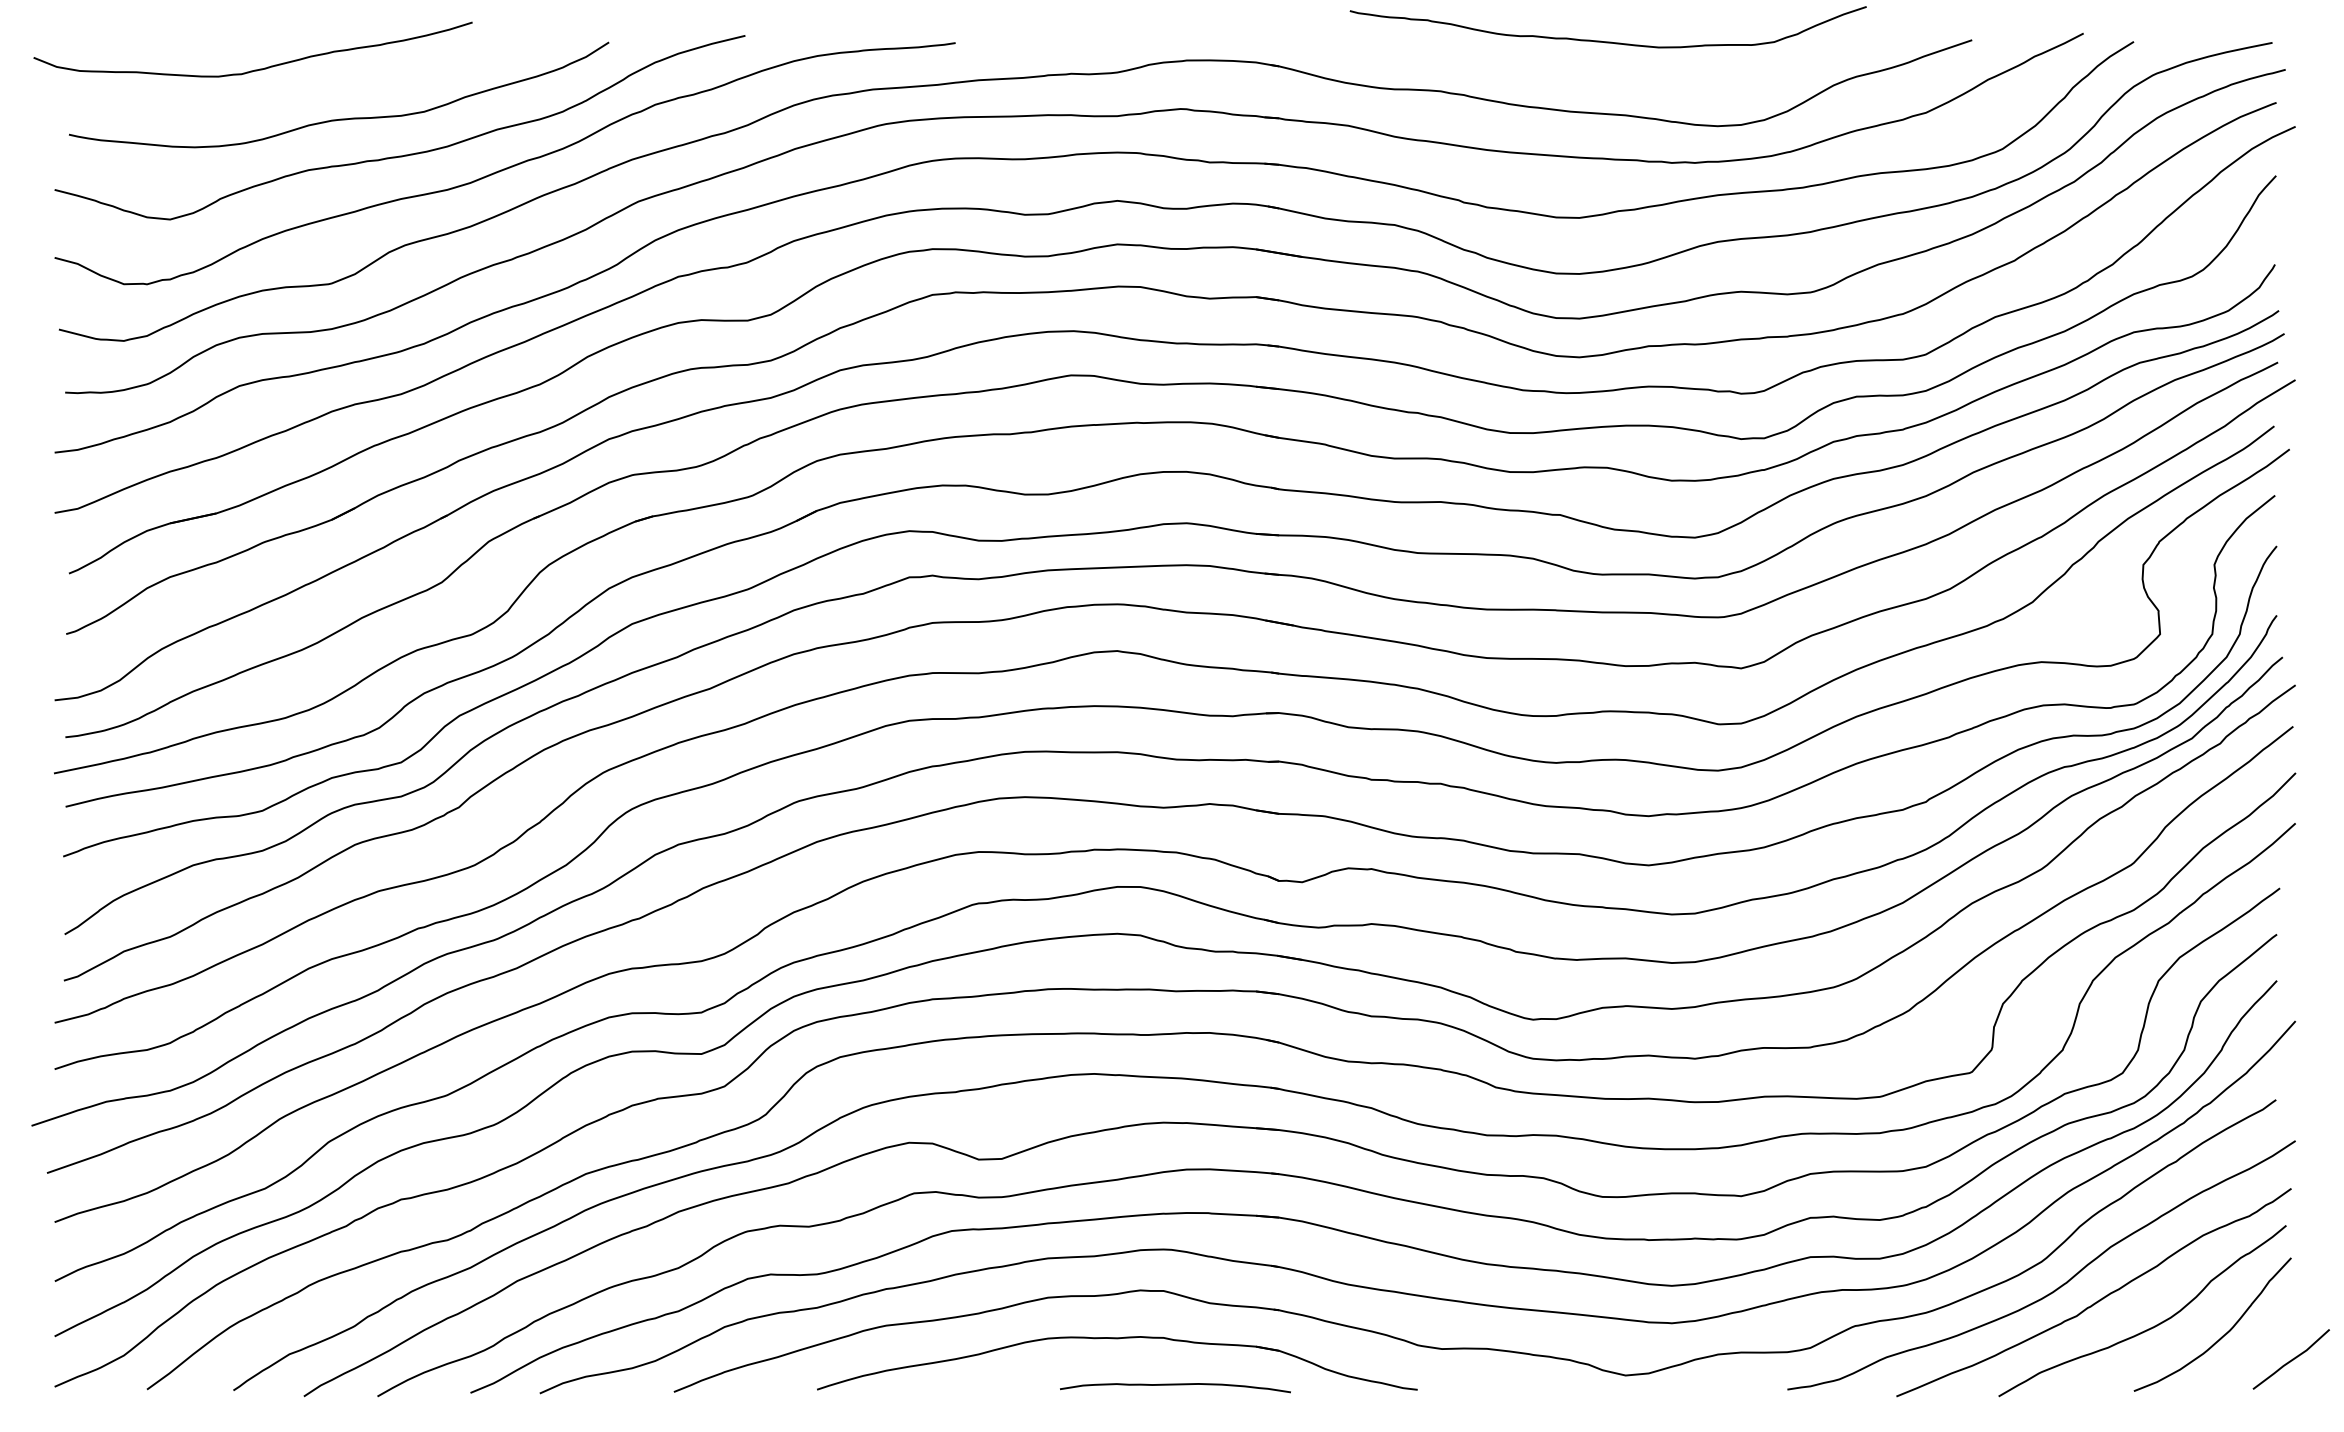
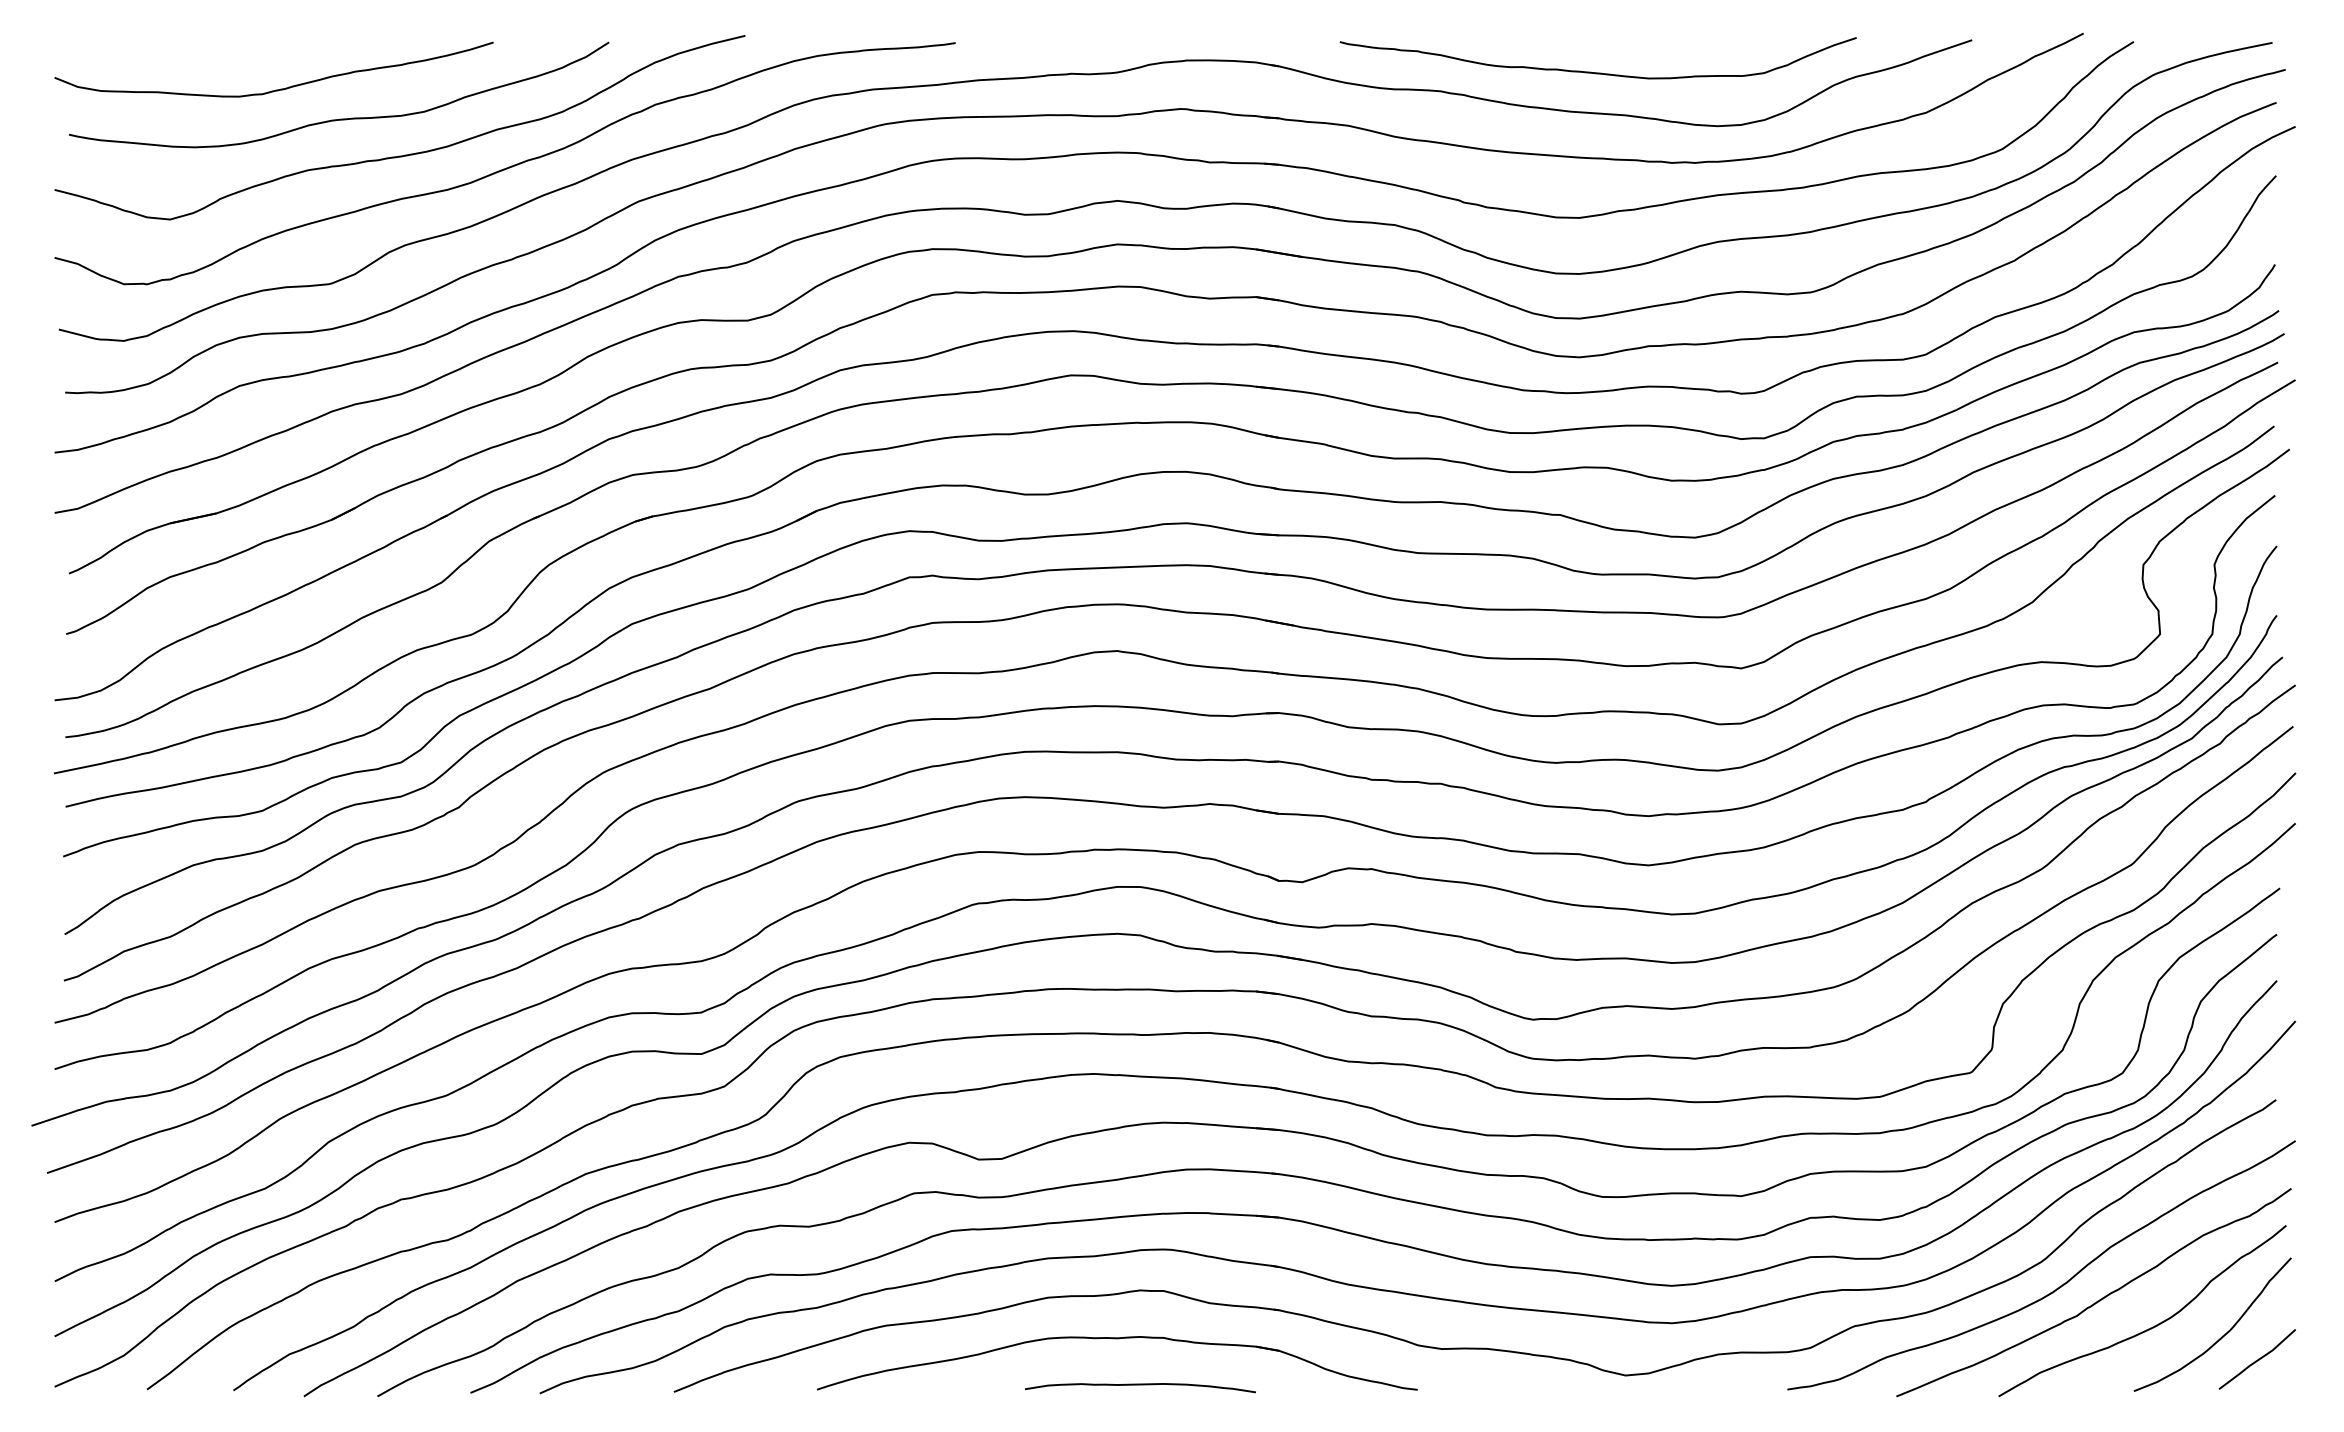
curve at (1607, 41) position: (1607, 41) -> (1597, 72)
curve at (254, 69) position: (254, 69) -> (275, 89)
line at (2291, 1359) position: (2291, 1359) -> (2257, 1359)
curve at (1175, 1385) position: (1175, 1385) -> (1140, 1385)
